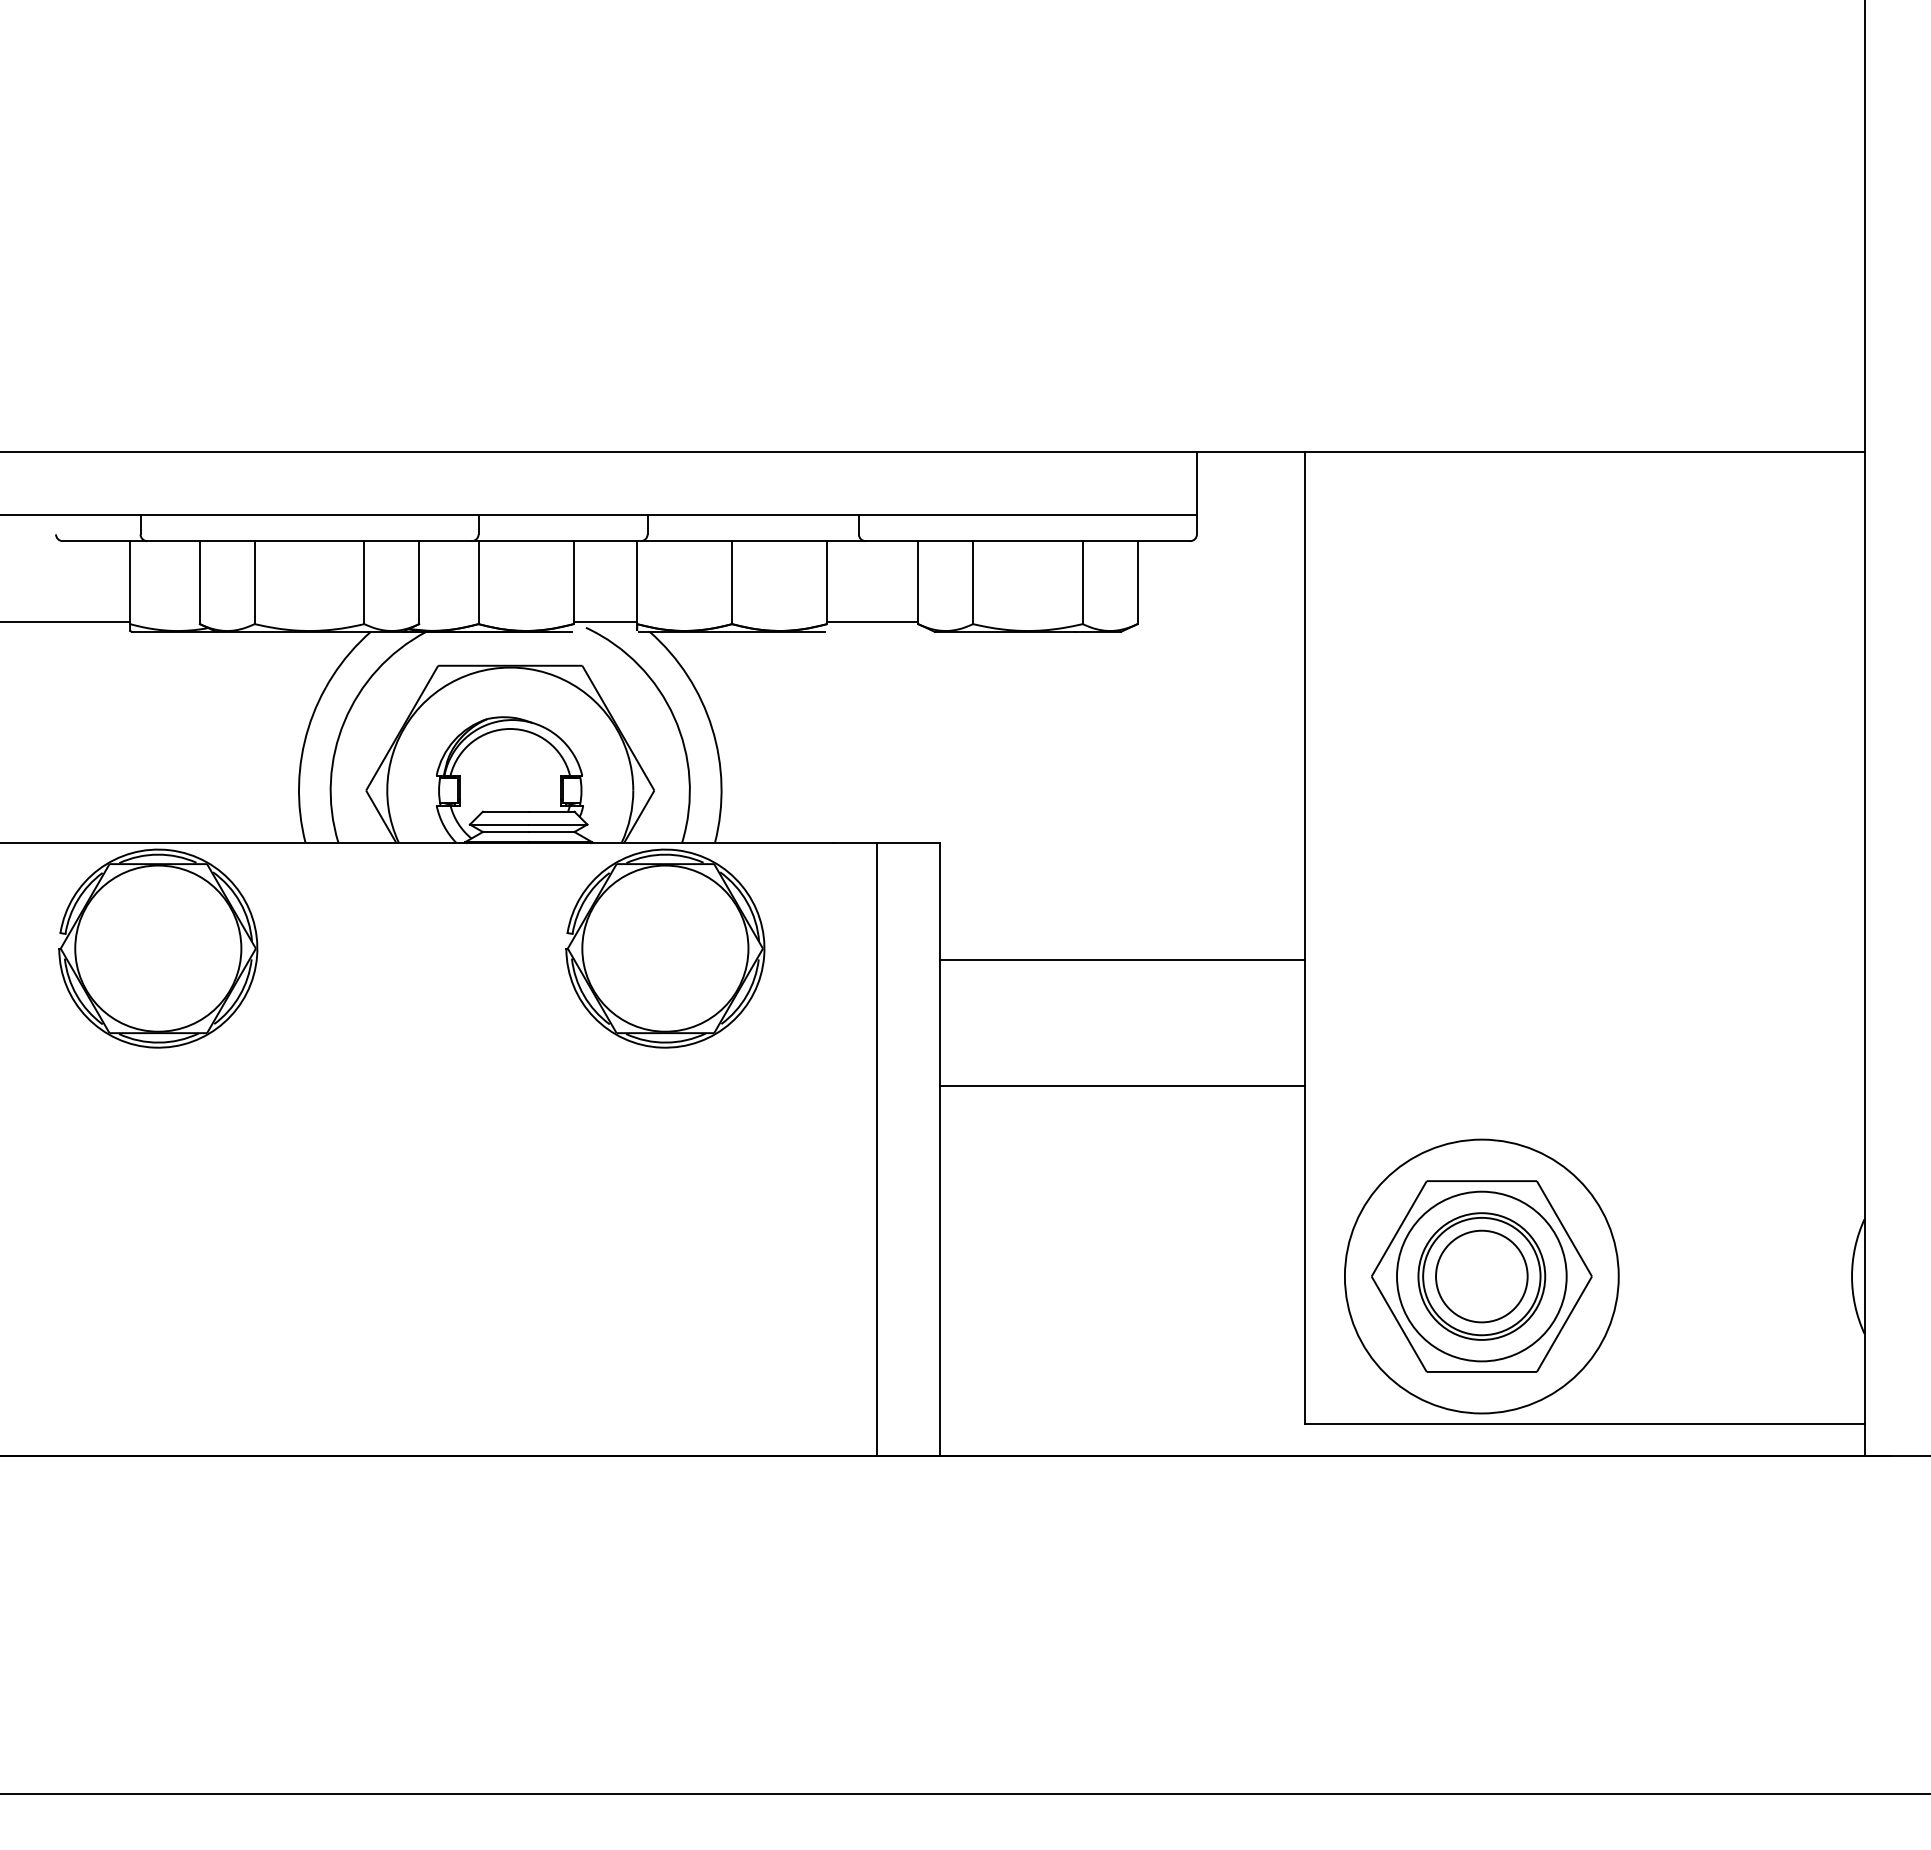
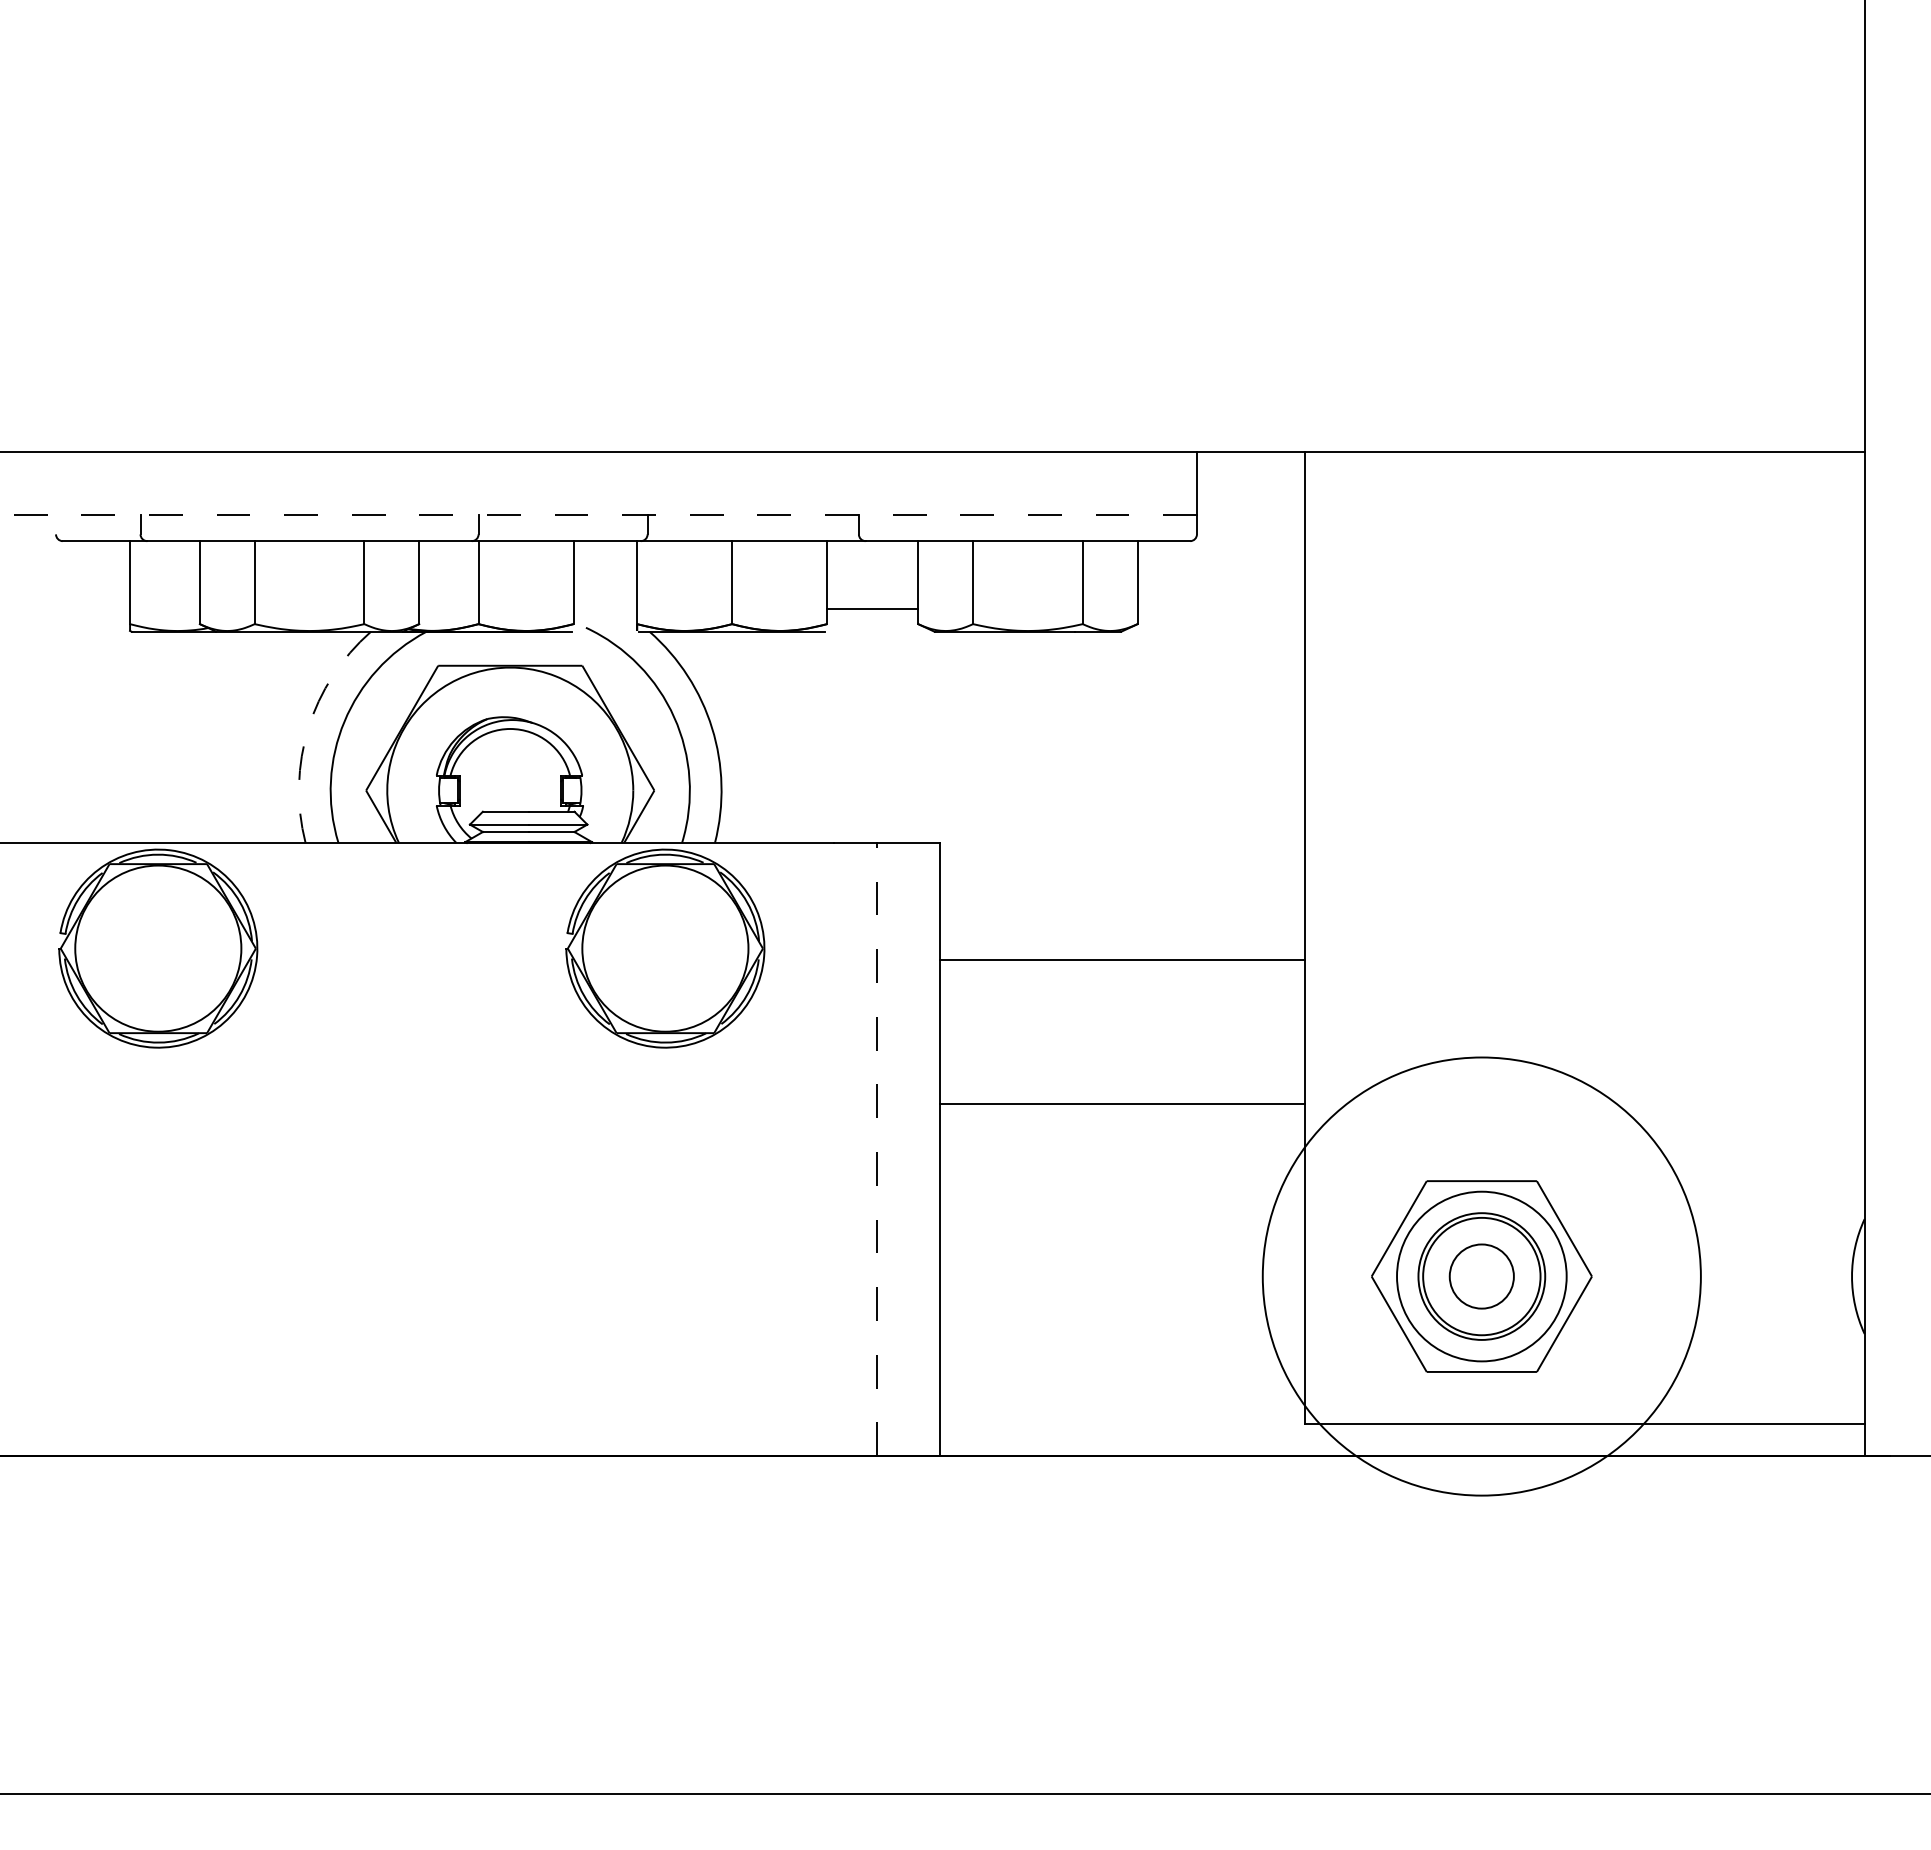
line at (598, 515): solid -> dashed
line at (66, 621): present -> none
line at (605, 621): present -> none
line at (872, 621) position: (872, 621) -> (872, 608)
arc at (308, 728): solid -> dashed
line at (1122, 1086) position: (1122, 1086) -> (1122, 1104)
line at (876, 1149): solid -> dashed
circle at (1481, 1276) diameter: 274 px -> 438 px
circle at (1481, 1276) diameter: 92 px -> 64 px
